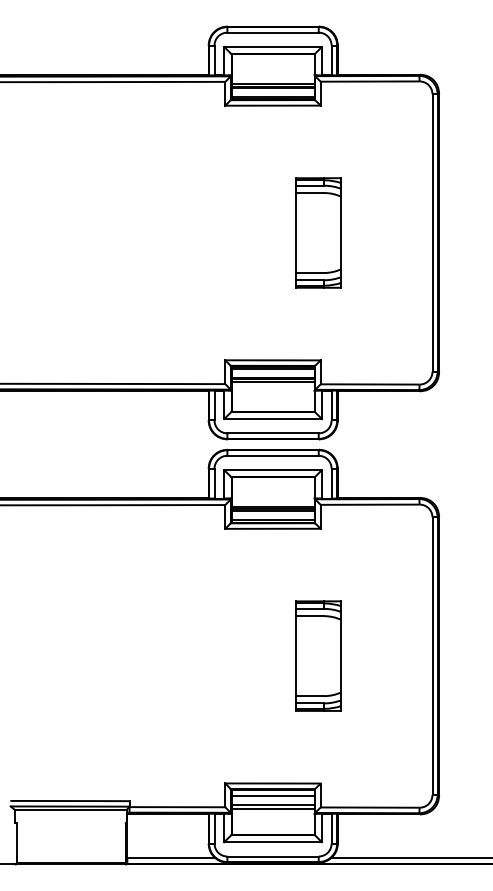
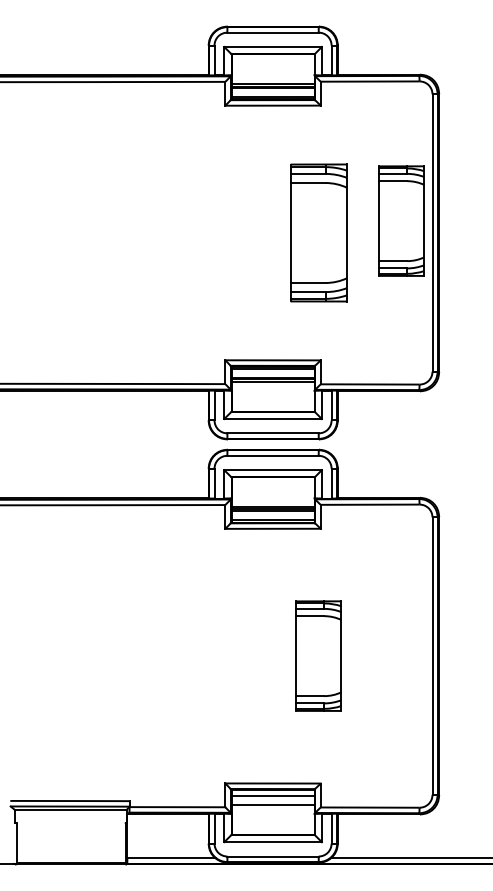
part at (401, 220): none -> present
part at (318, 232) size: 47x112 px -> 58x140 px
line at (272, 809): present -> none
